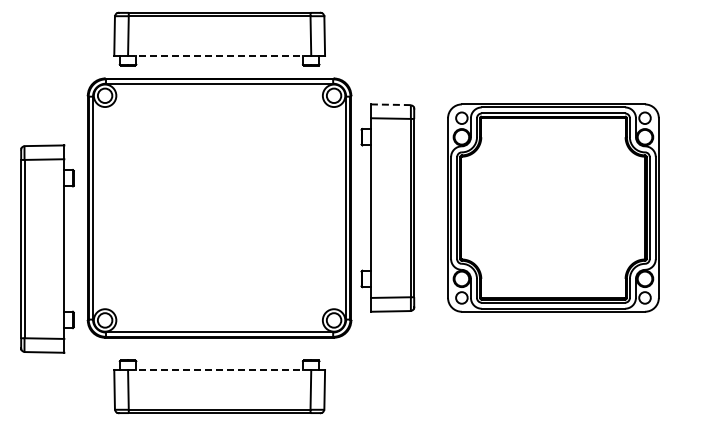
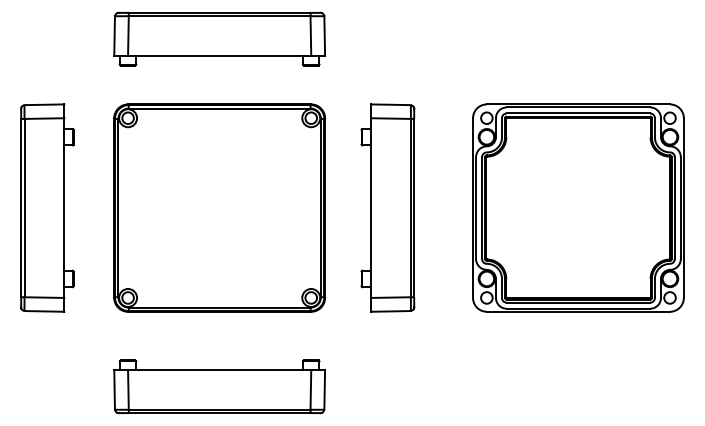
line at (219, 56): dashed -> solid
line at (390, 104): dashed -> solid
part at (219, 207) size: 267x262 px -> 214x210 px
part at (553, 207) position: (553, 207) -> (578, 207)
part at (47, 248) position: (47, 248) -> (47, 207)
line at (219, 369): dashed -> solid
